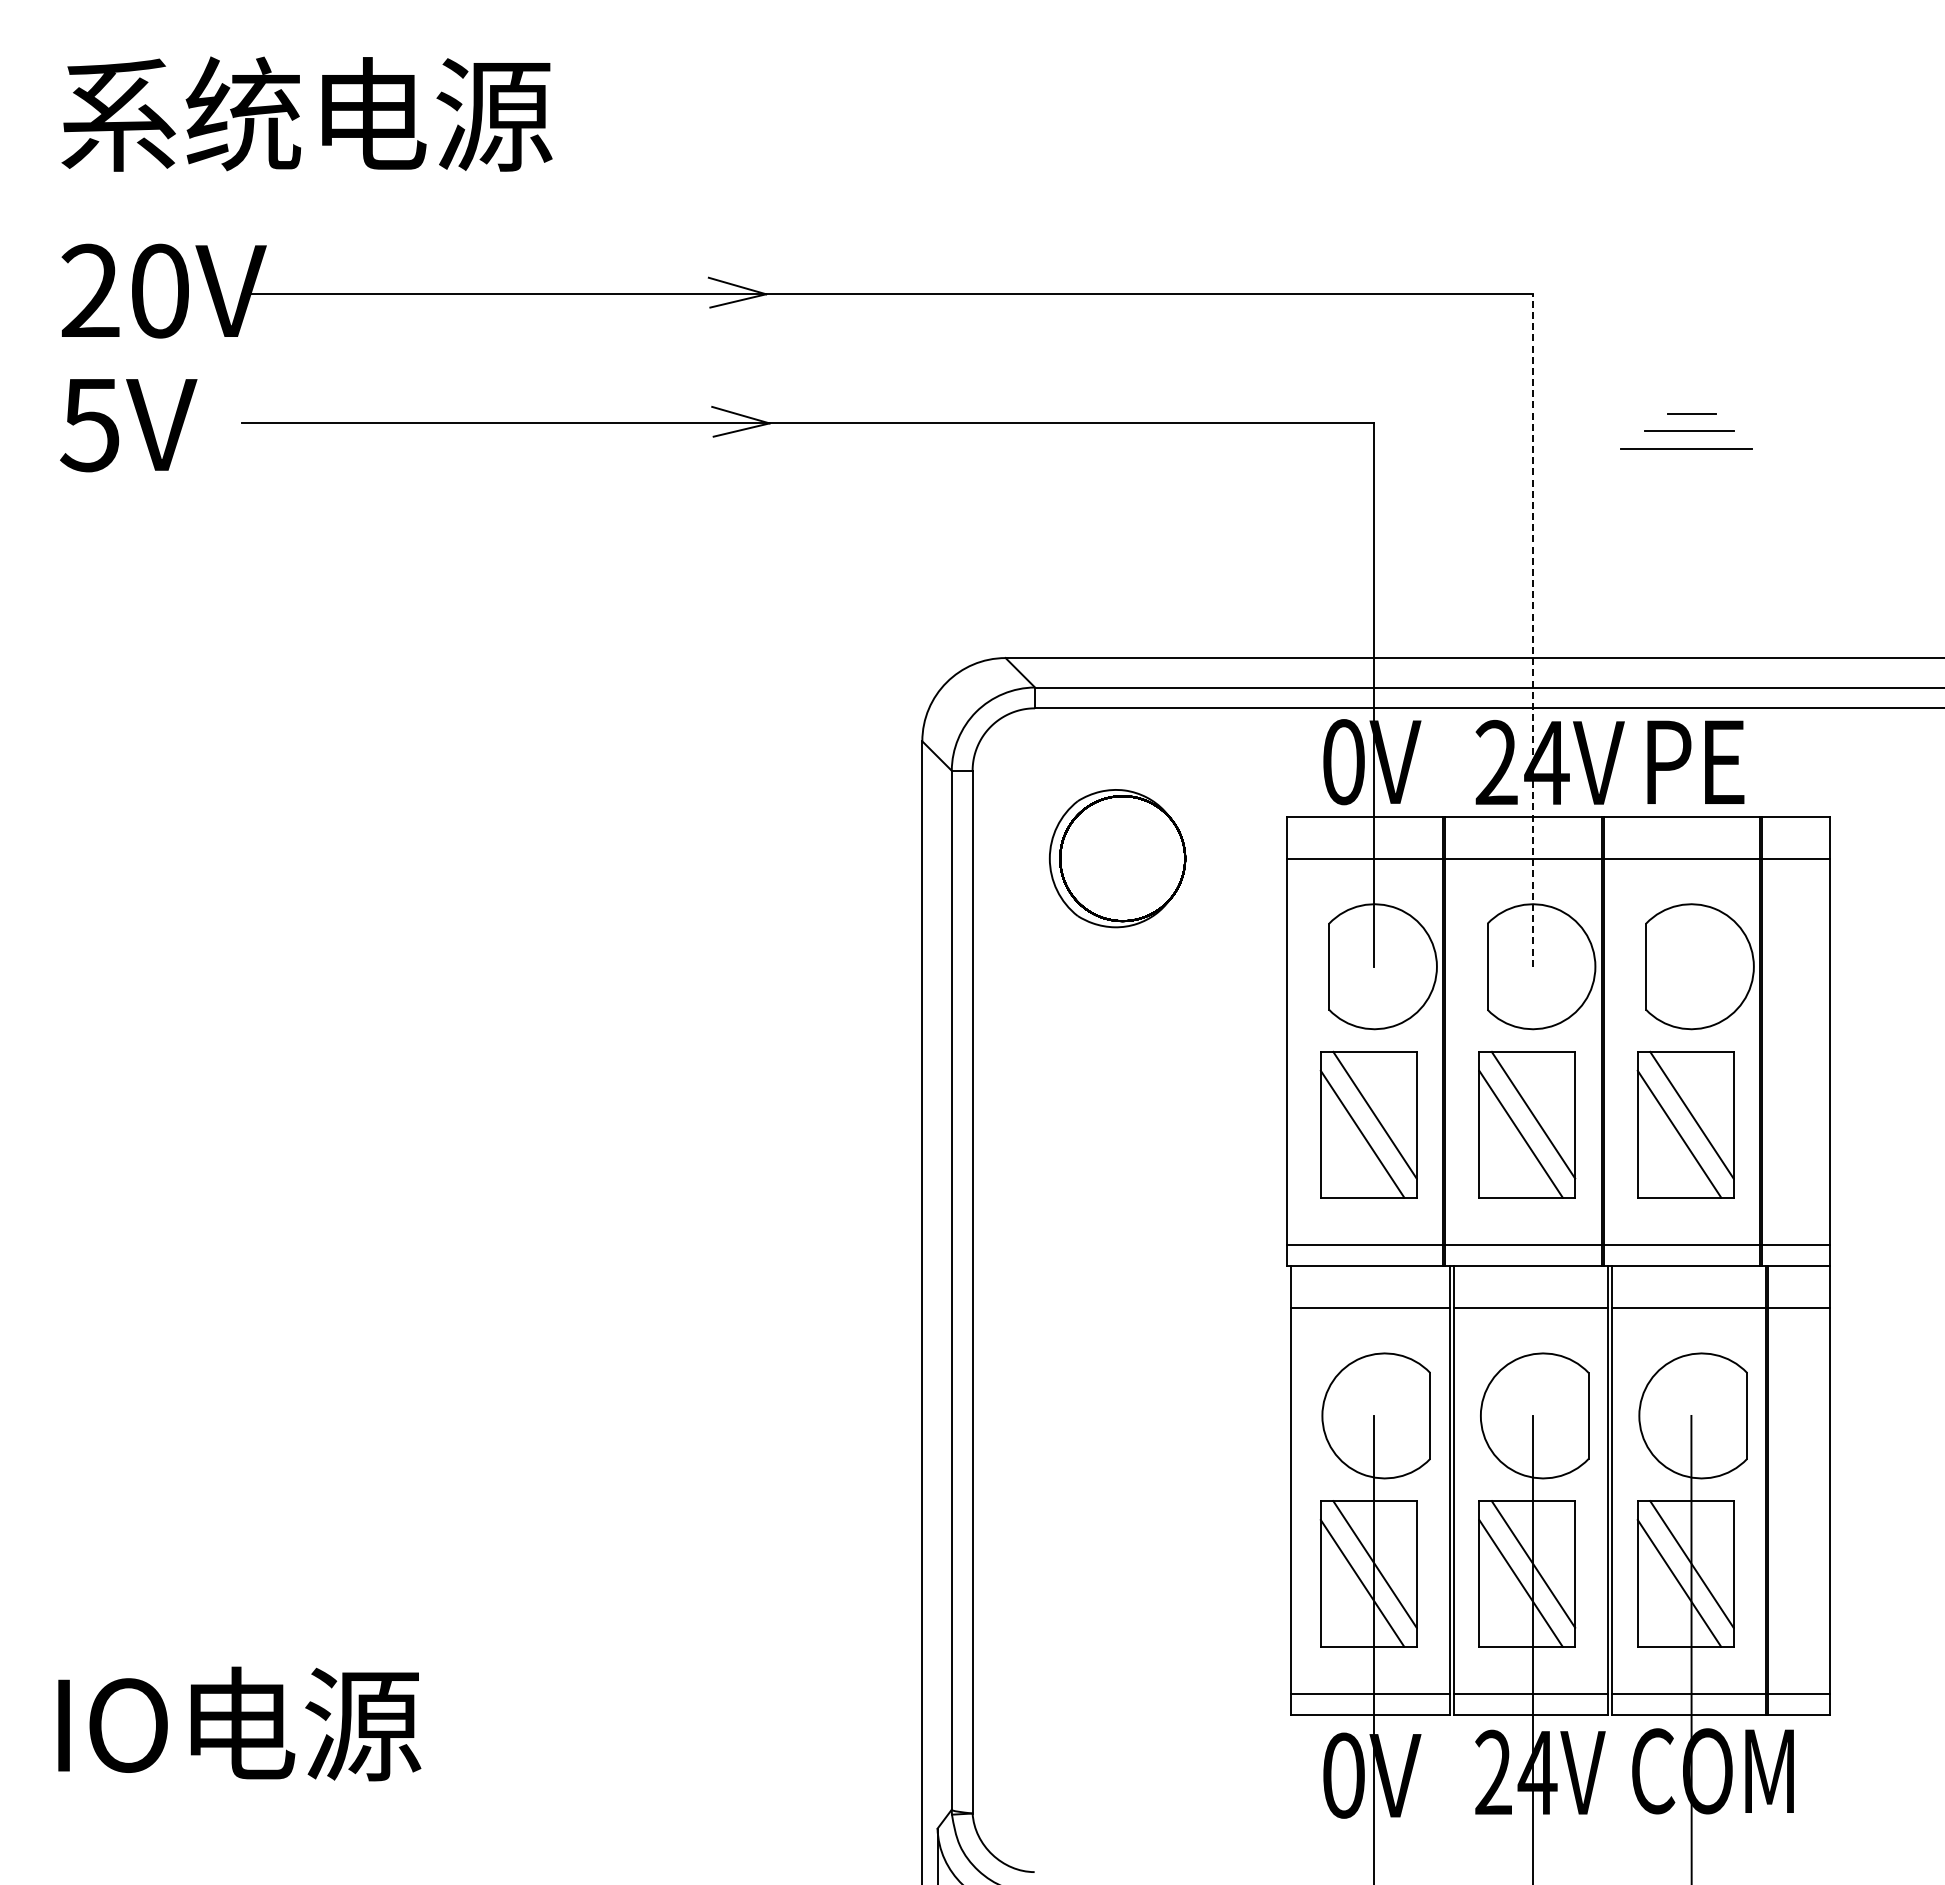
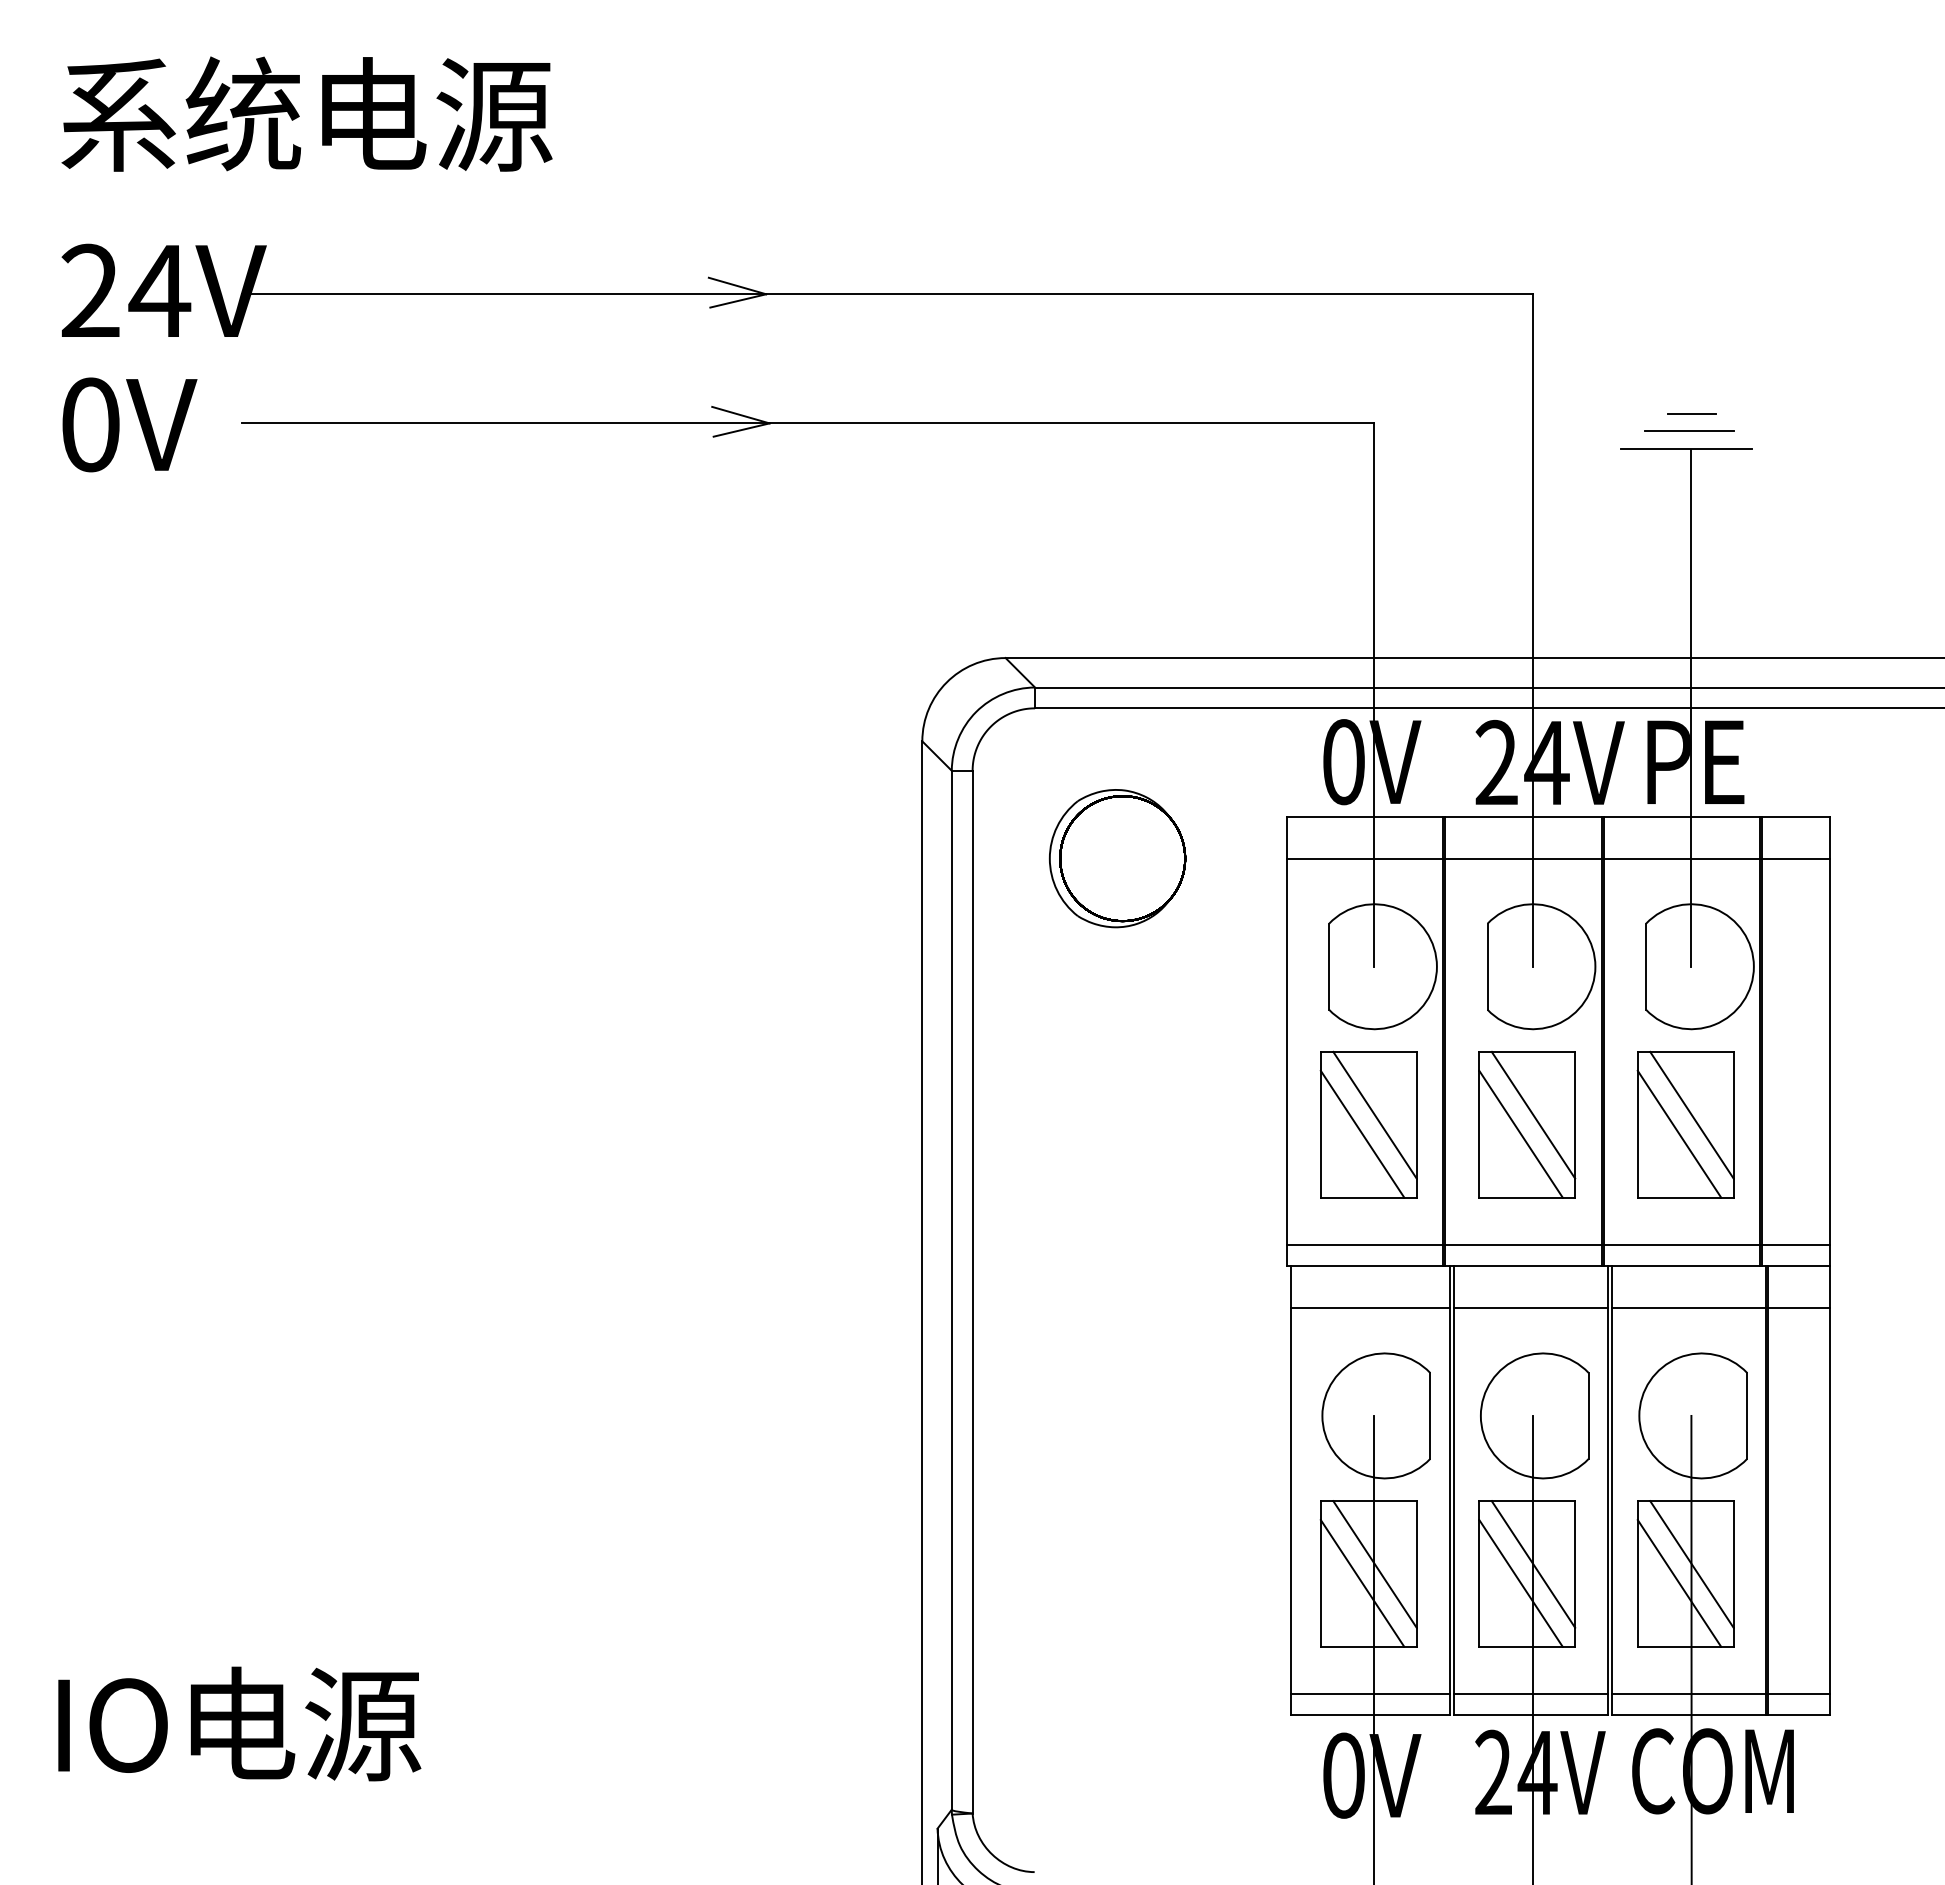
text at (159, 290): 20V -> 24V
text at (89, 424): 5V -> 0V
line at (1532, 630): dashed -> solid
line at (1691, 708): none -> present
